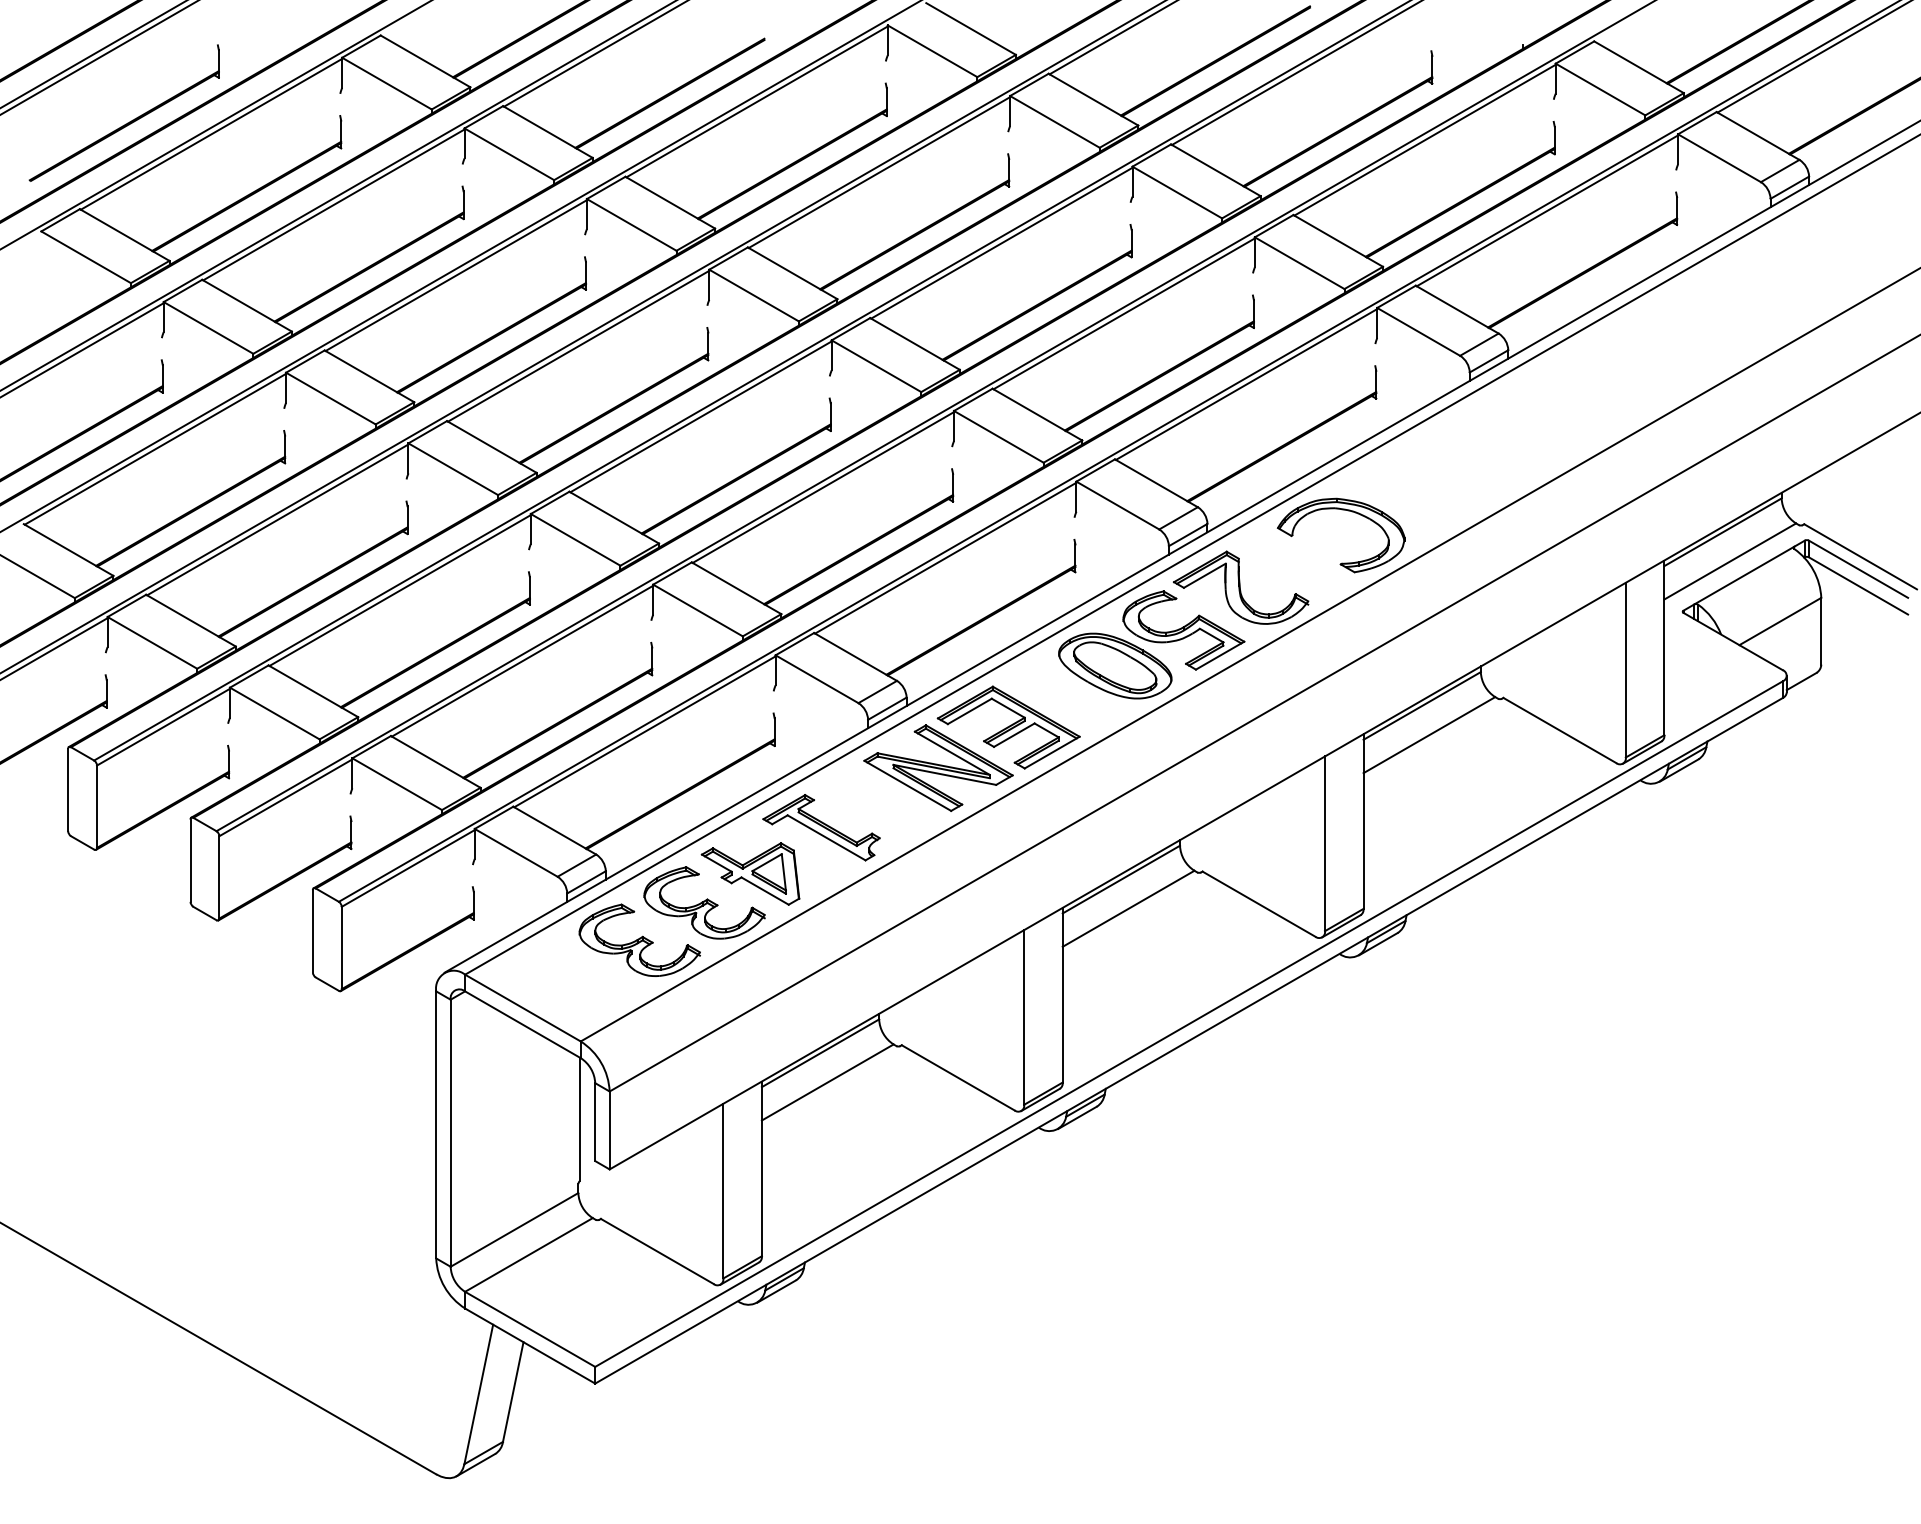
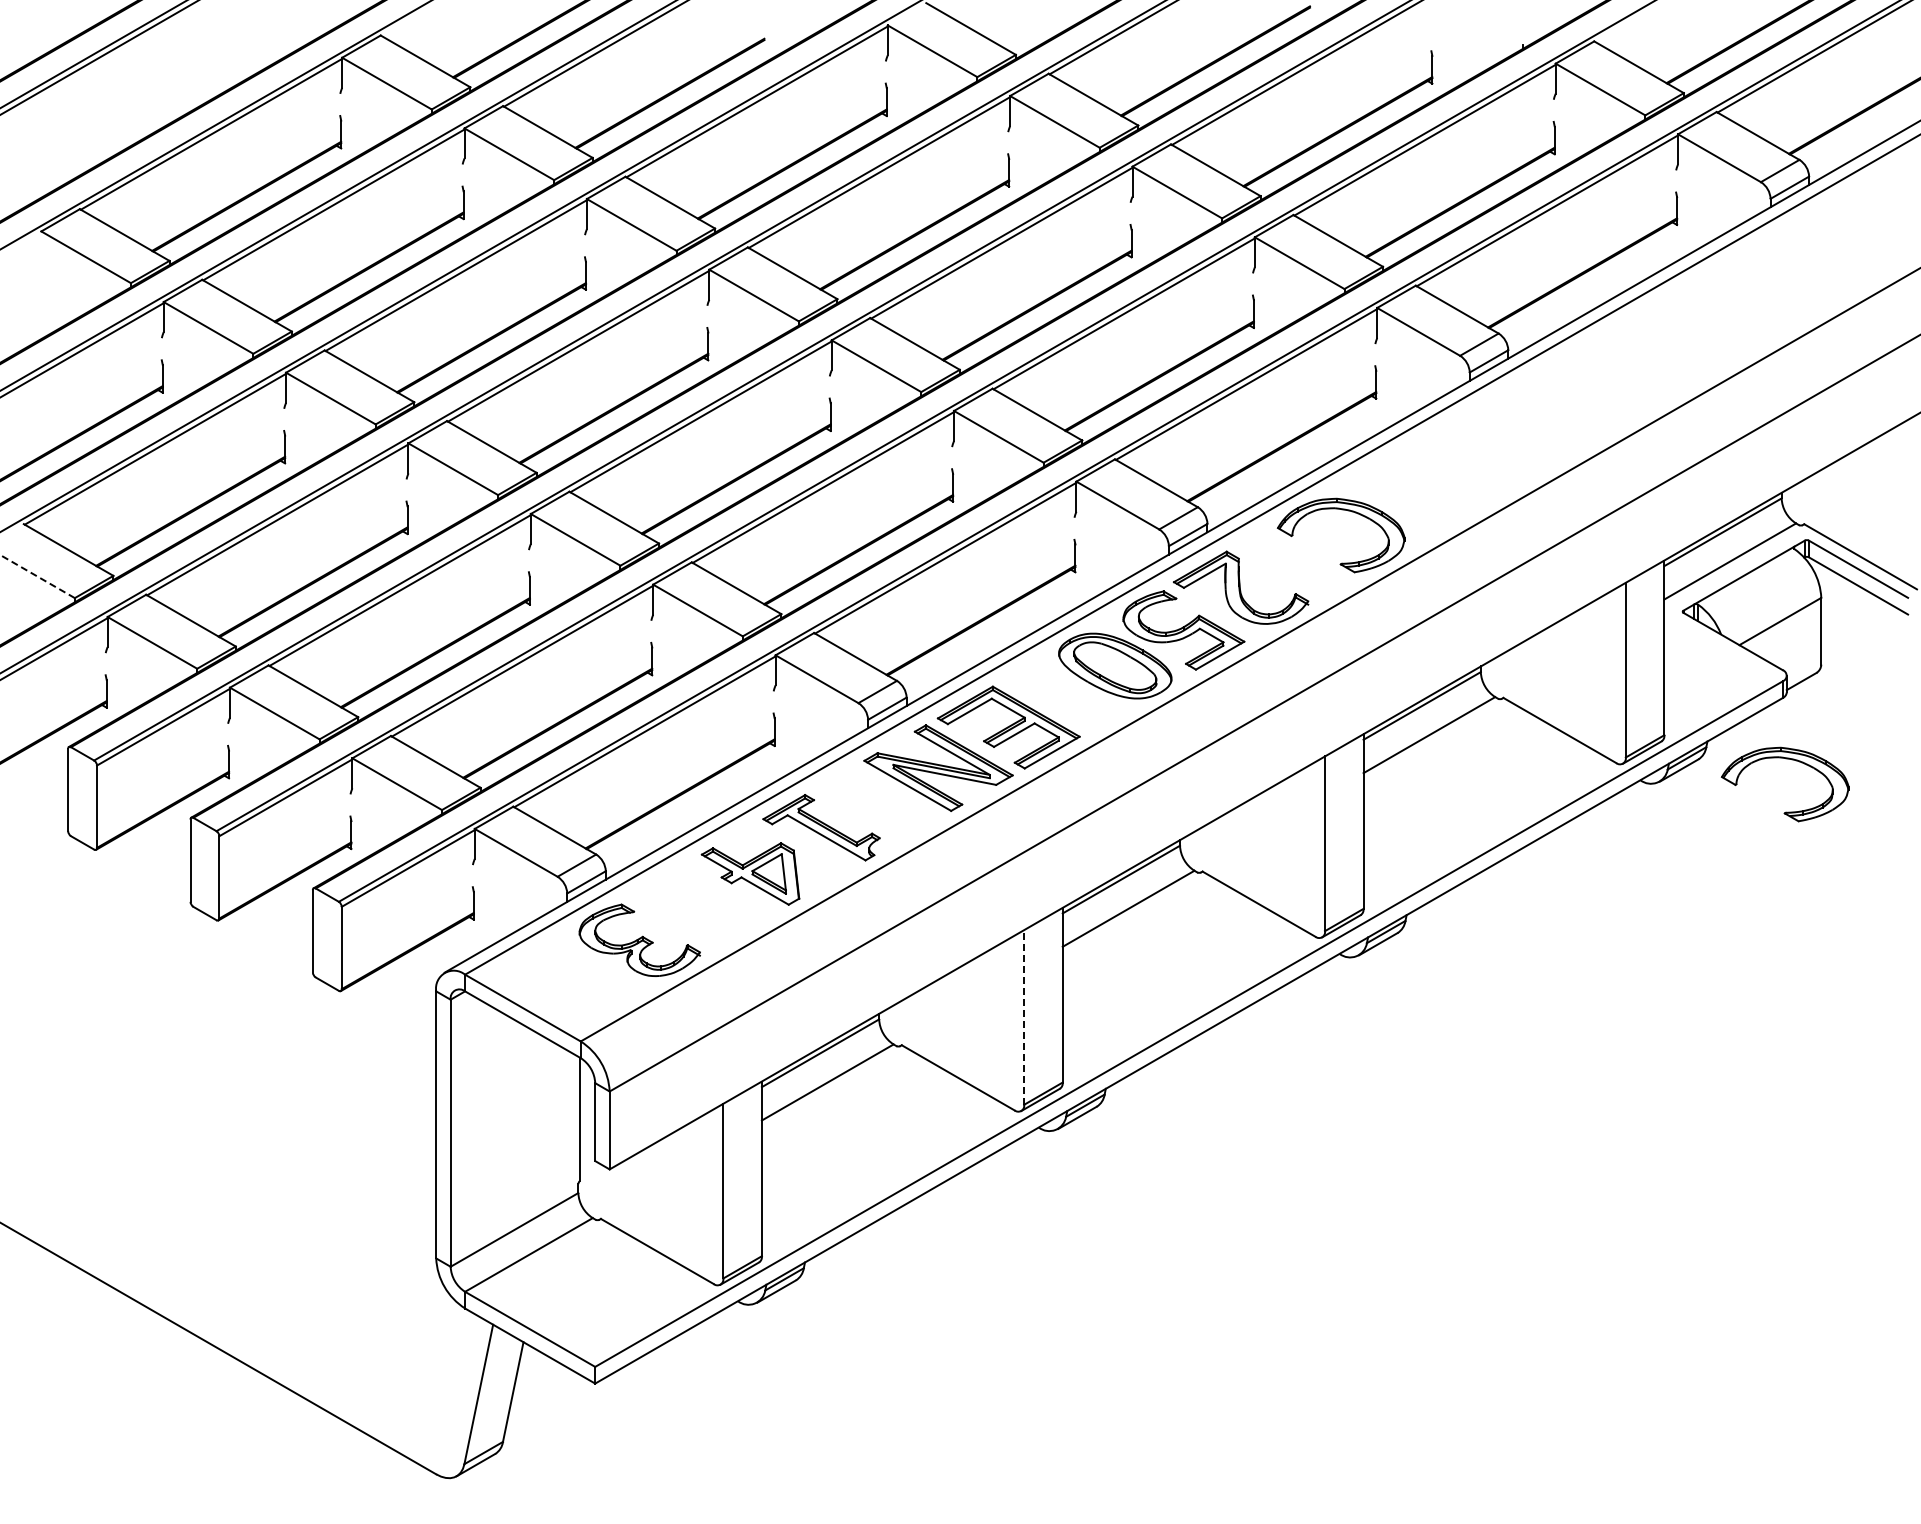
part at (127, 122): present -> none
line at (37, 576): solid -> dashed
part at (1786, 759): none -> present
part at (704, 902): present -> none
line at (1024, 1016): solid -> dashed
